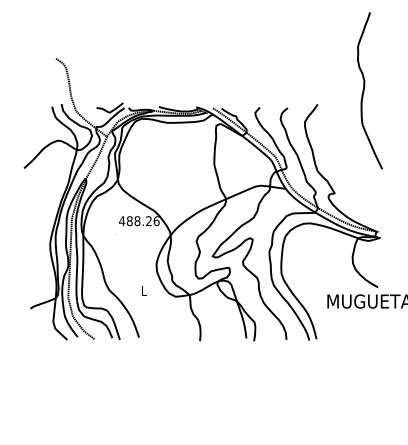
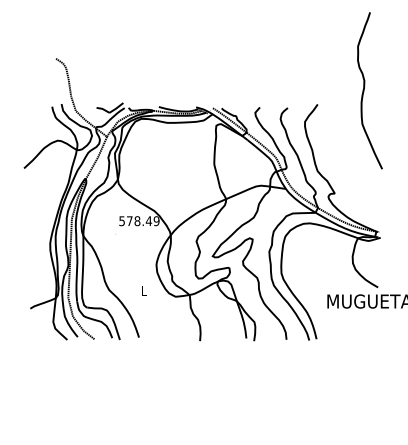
text at (139, 221): 488.26 -> 578.49
